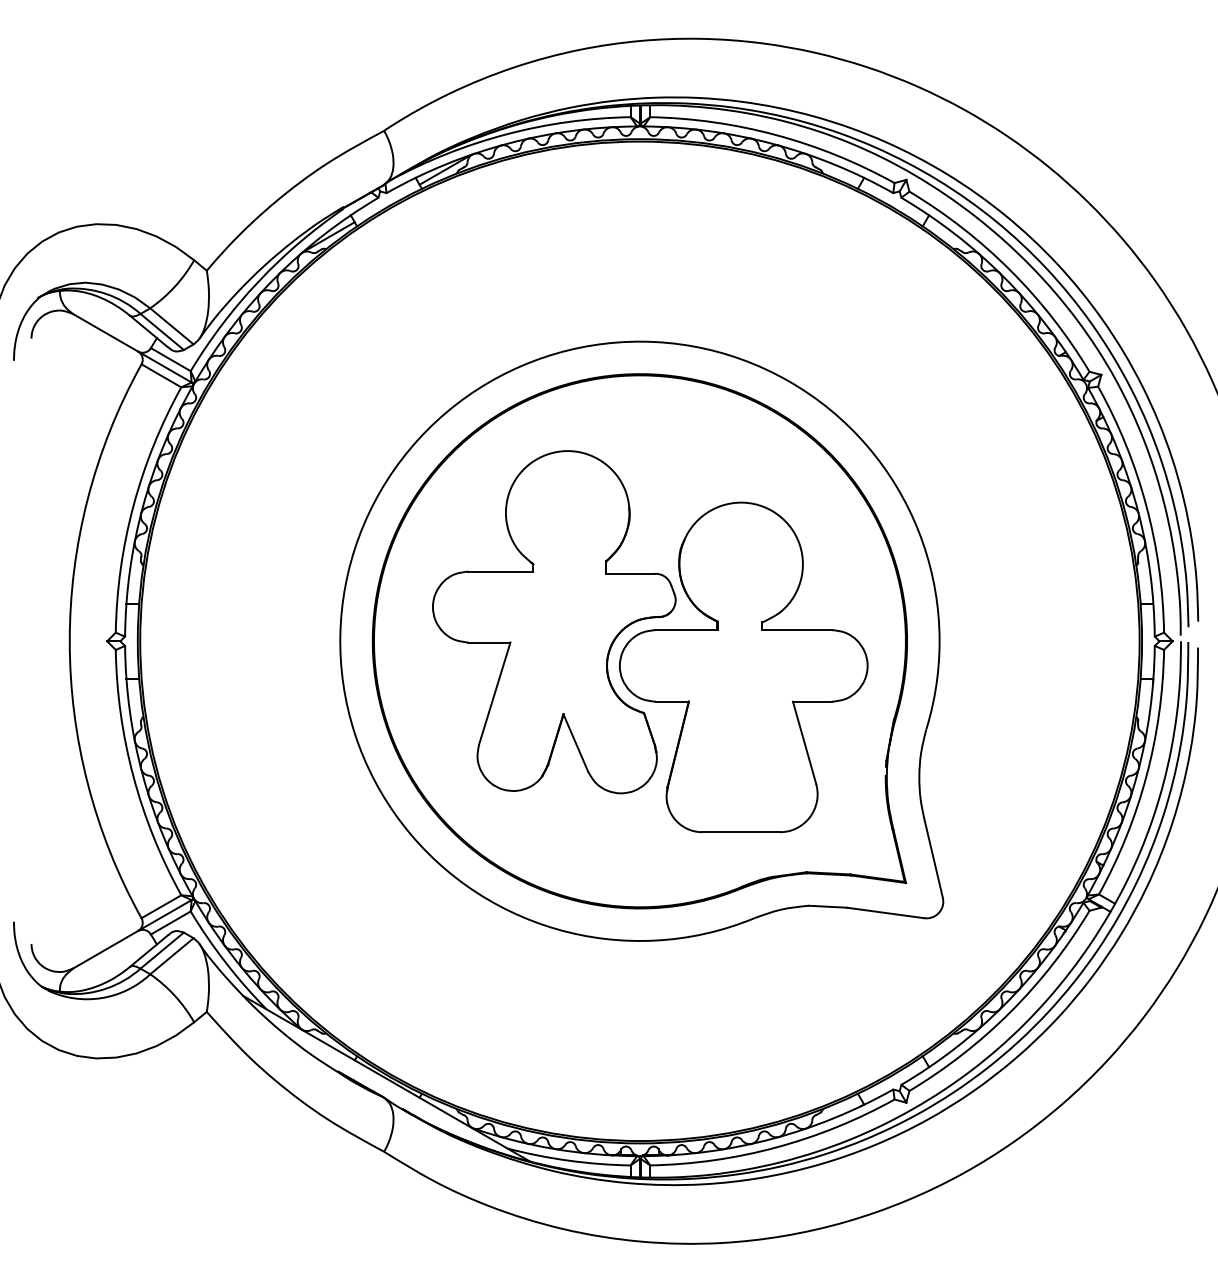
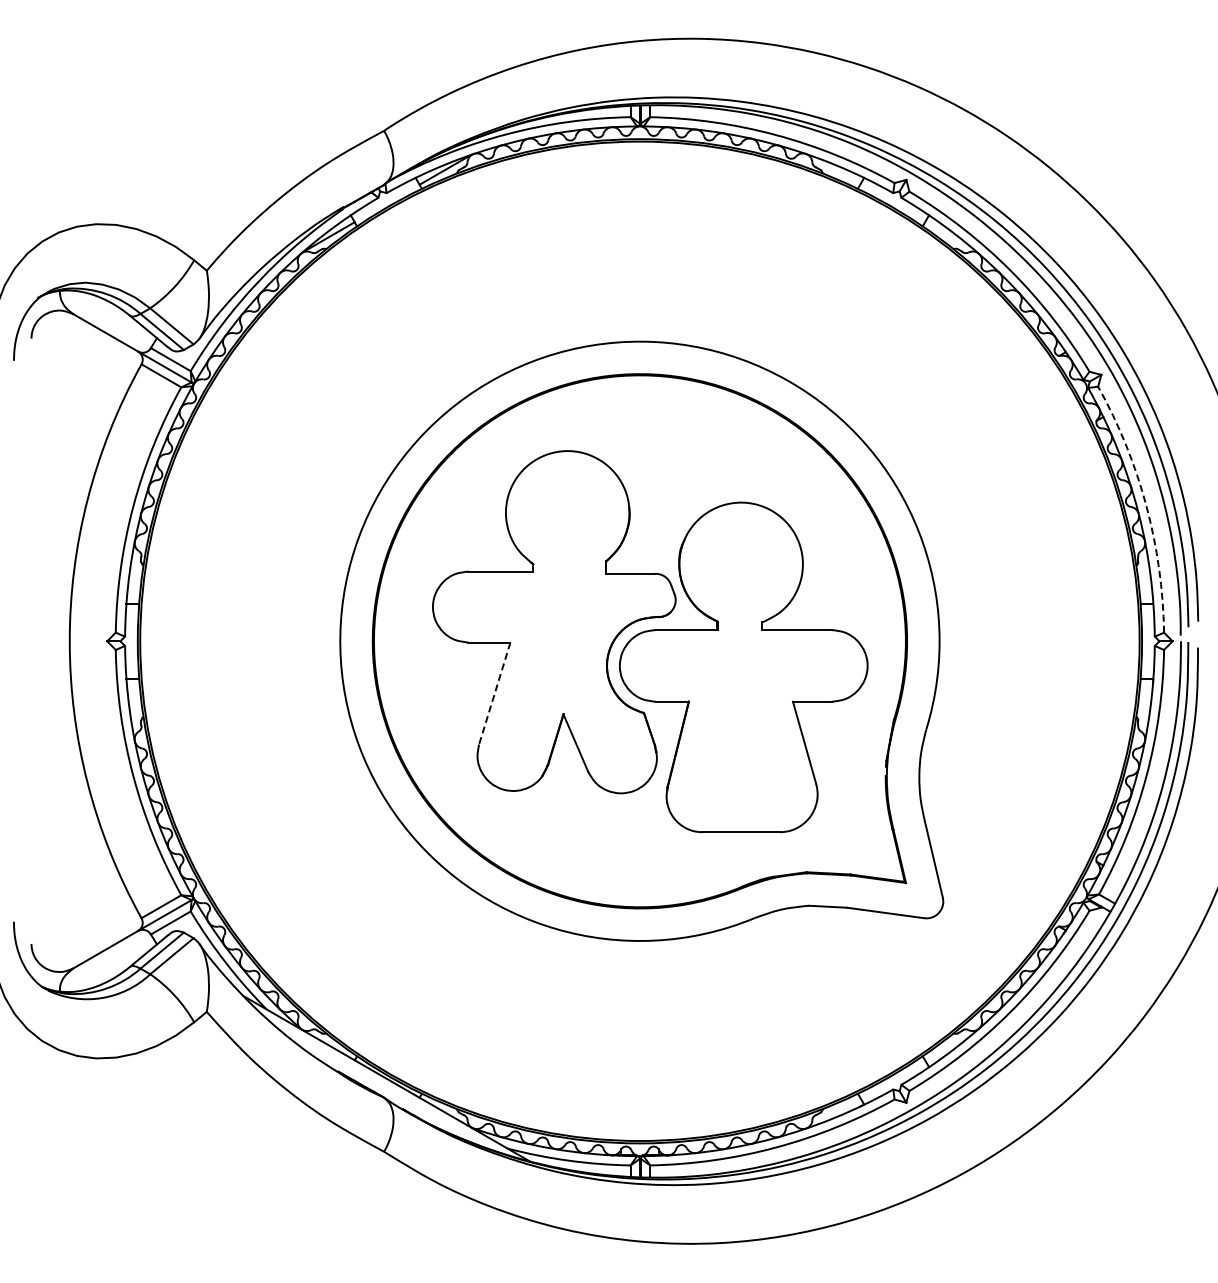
arc at (1146, 505): solid -> dashed
line at (494, 694): solid -> dashed
